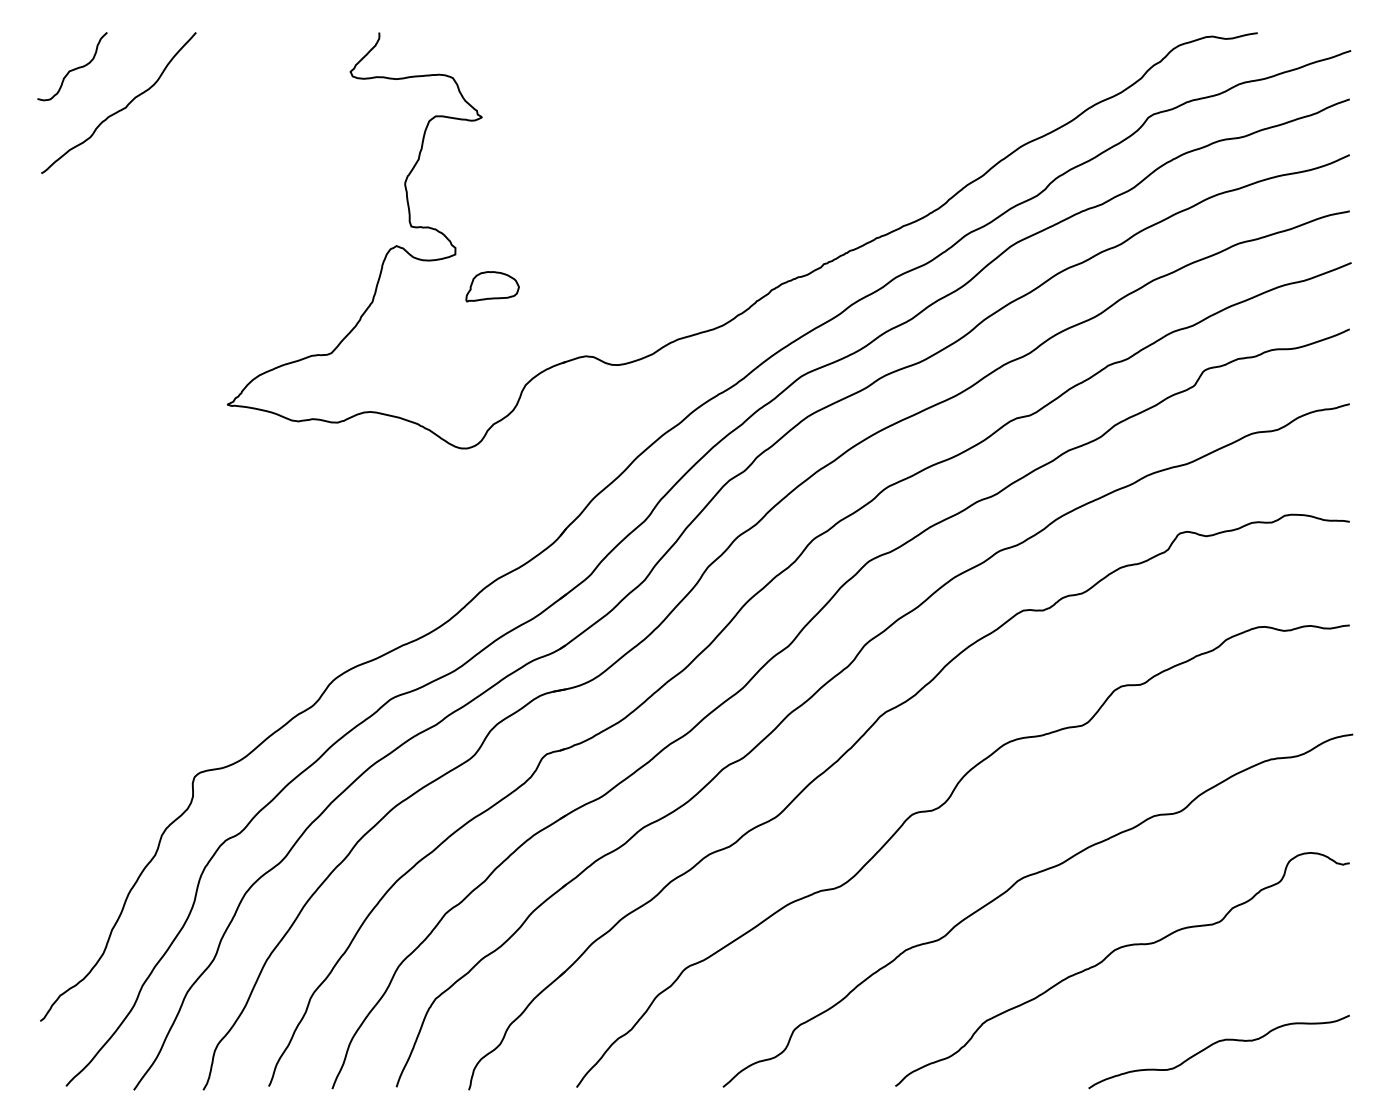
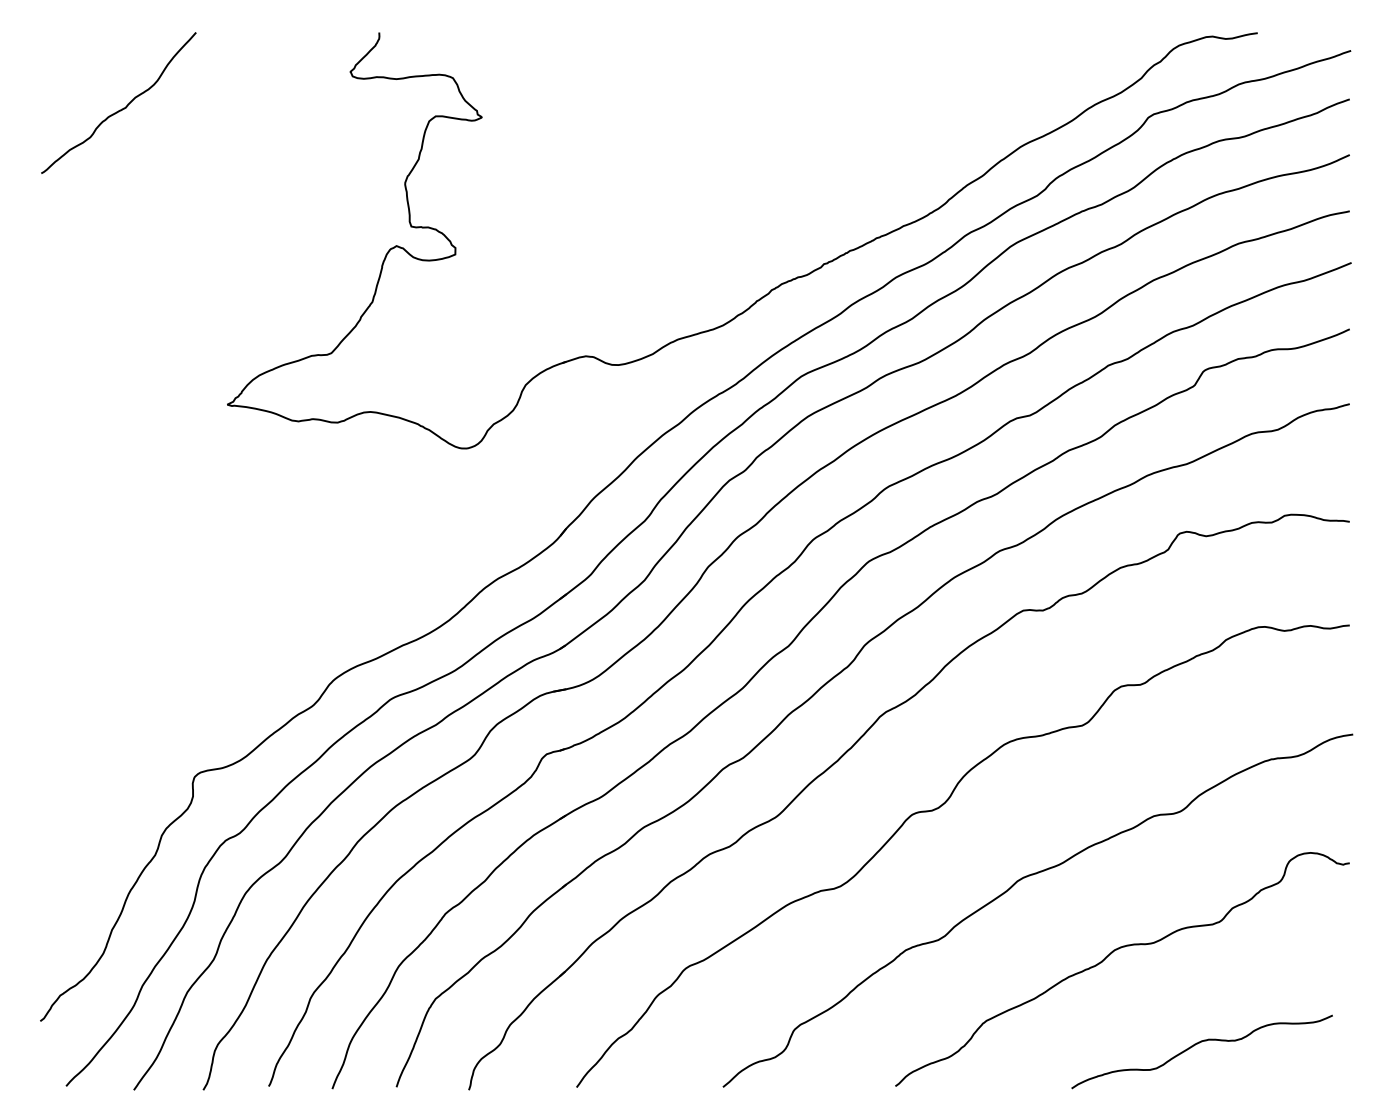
curve at (73, 68): present -> none
part at (492, 286): present -> none
curve at (1214, 1044) position: (1214, 1044) -> (1197, 1044)
